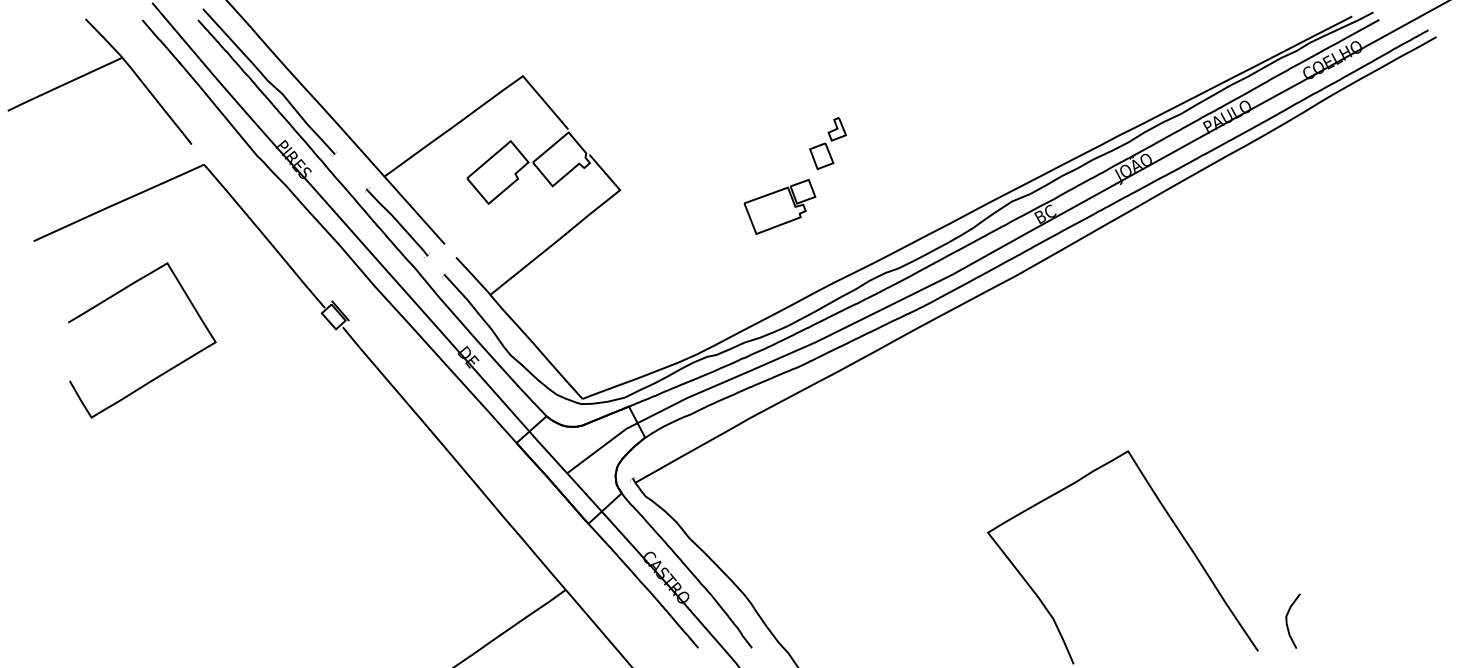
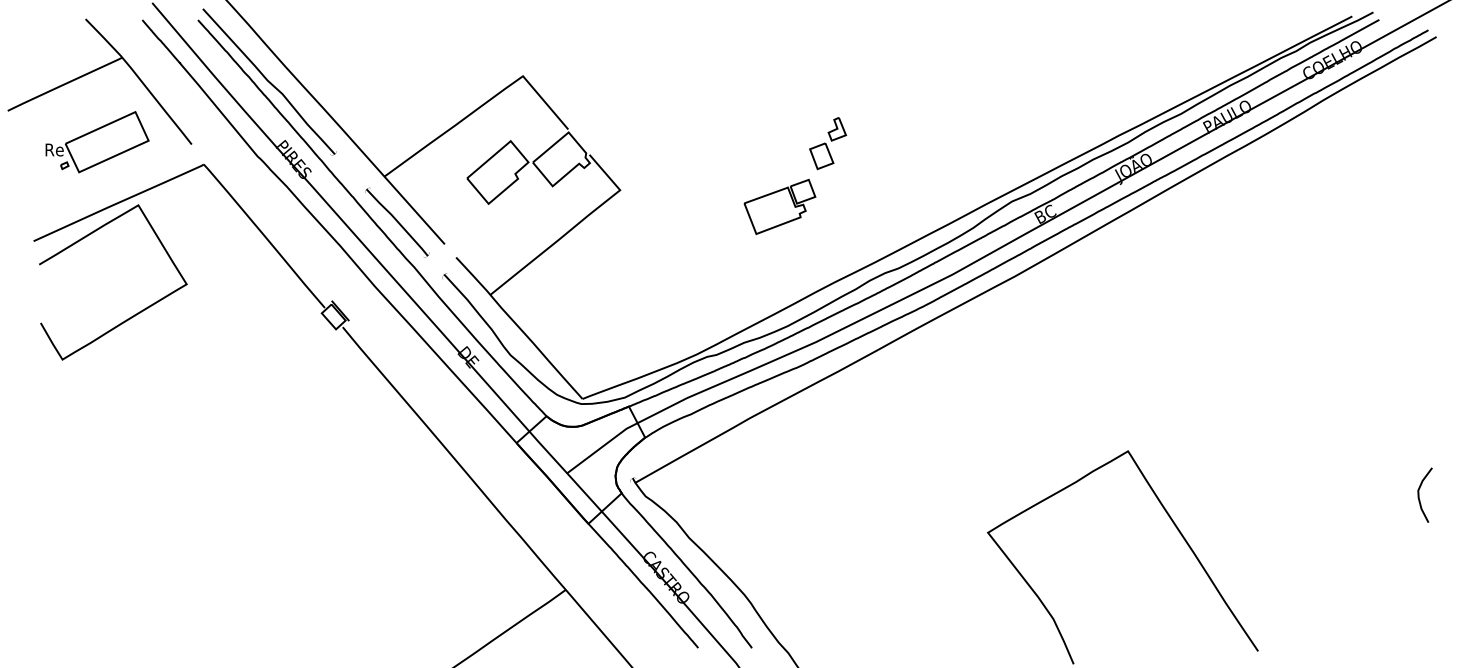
part at (97, 142): none -> present
curve at (161, 373) position: (161, 373) -> (132, 315)
curve at (1287, 620) position: (1287, 620) -> (1419, 494)
